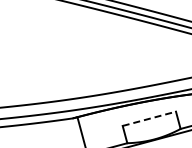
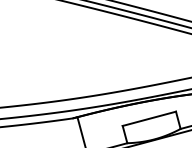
line at (149, 118): dashed -> solid
